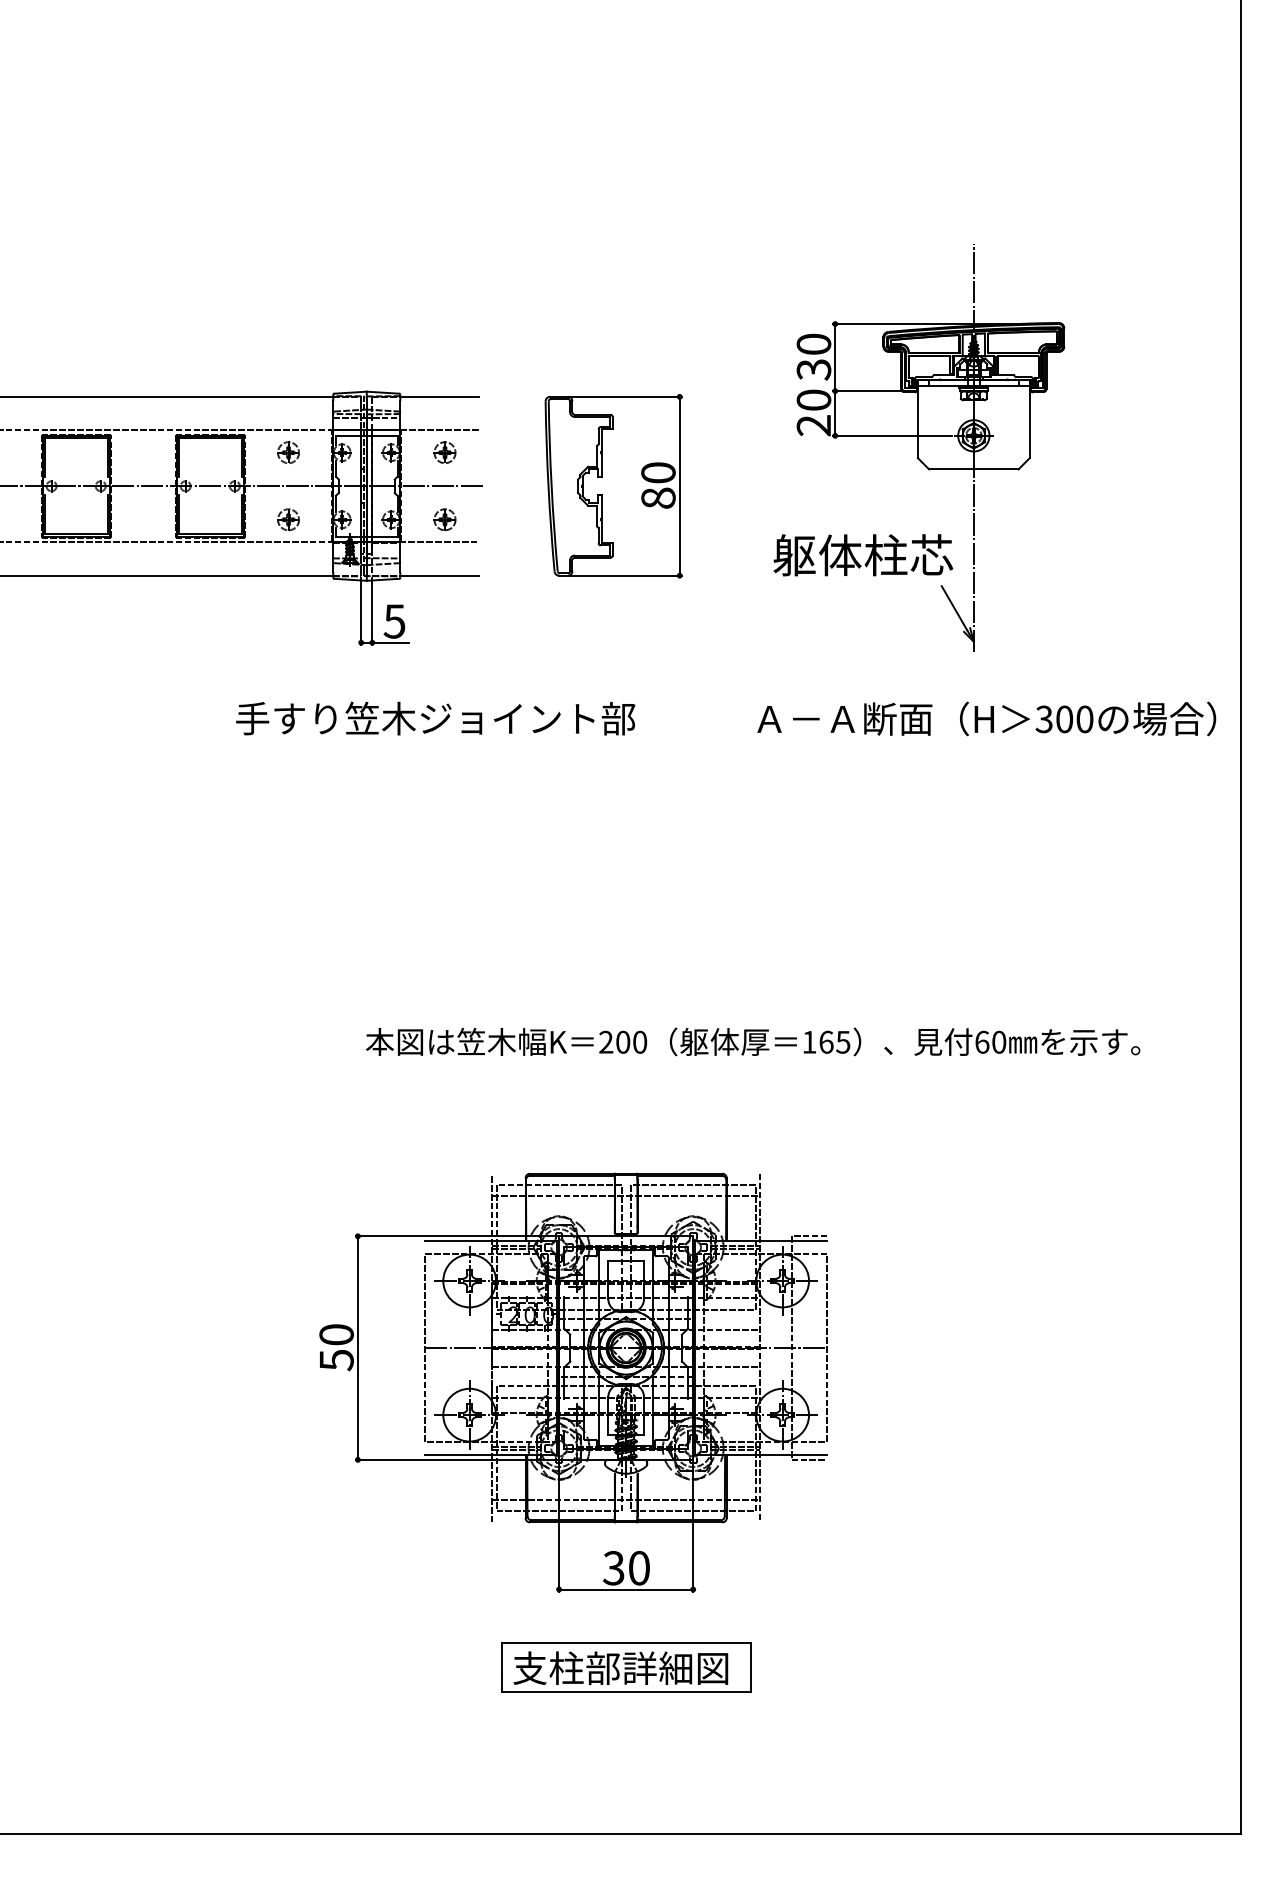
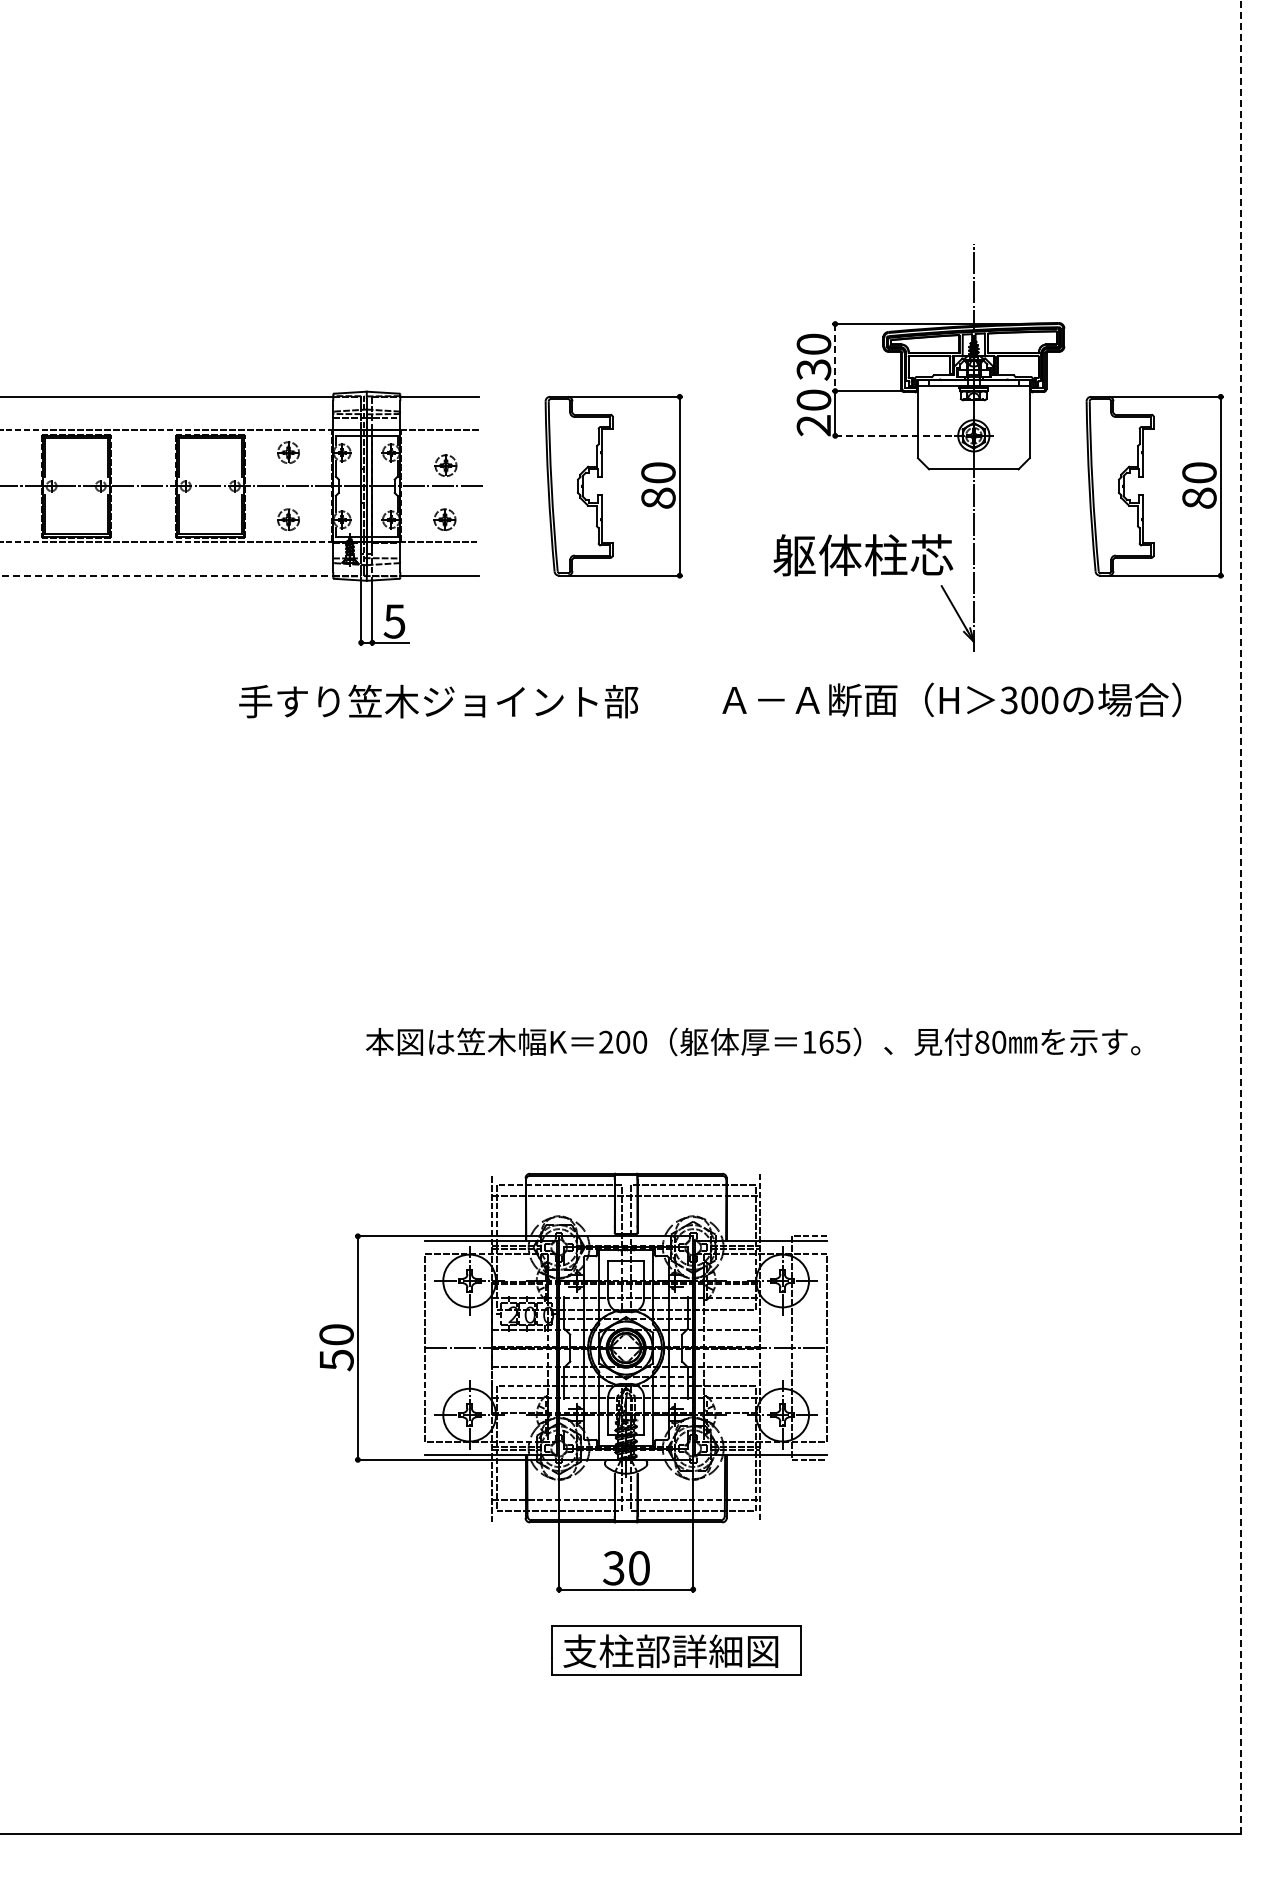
line at (835, 357): solid -> dashed
line at (891, 435): solid -> dashed
part at (444, 452) position: (444, 452) -> (445, 465)
part at (1154, 486): none -> present
line at (167, 575): solid -> dashed
text at (435, 718) position: (435, 718) -> (438, 701)
text at (986, 718) position: (986, 718) -> (951, 699)
line at (1241, 917): solid -> dashed
text at (982, 1041): 60 -> 80
part at (626, 1667) position: (626, 1667) -> (676, 1650)
